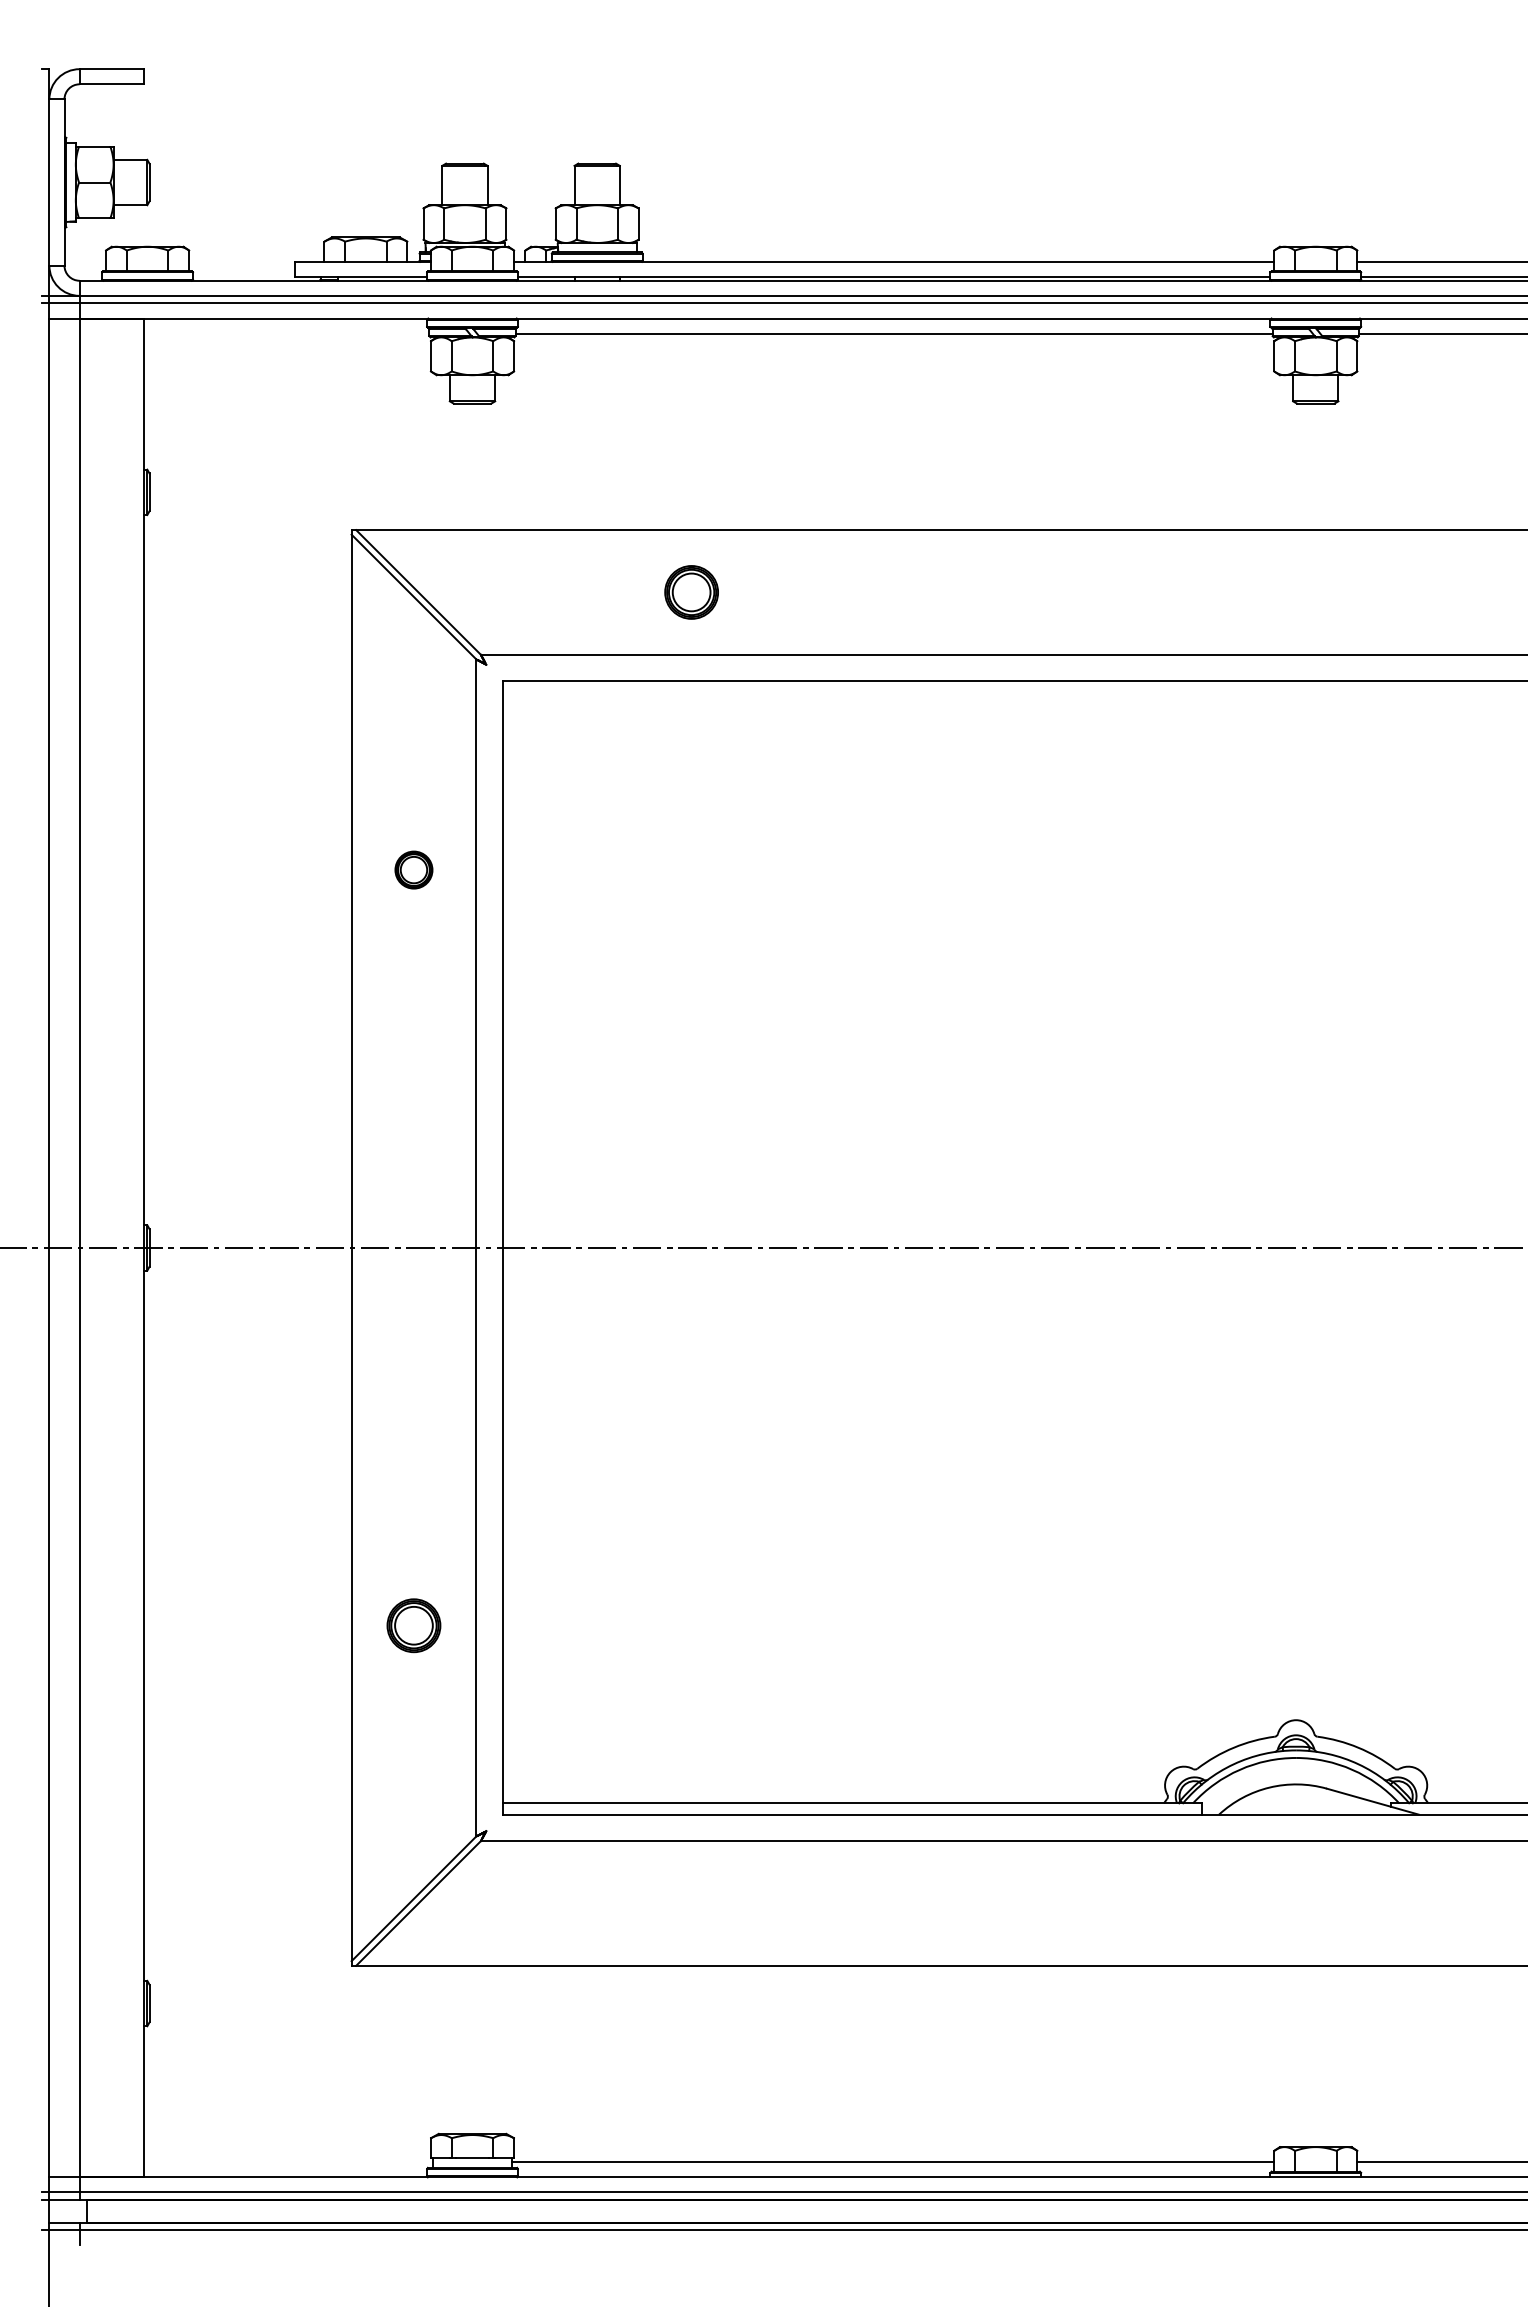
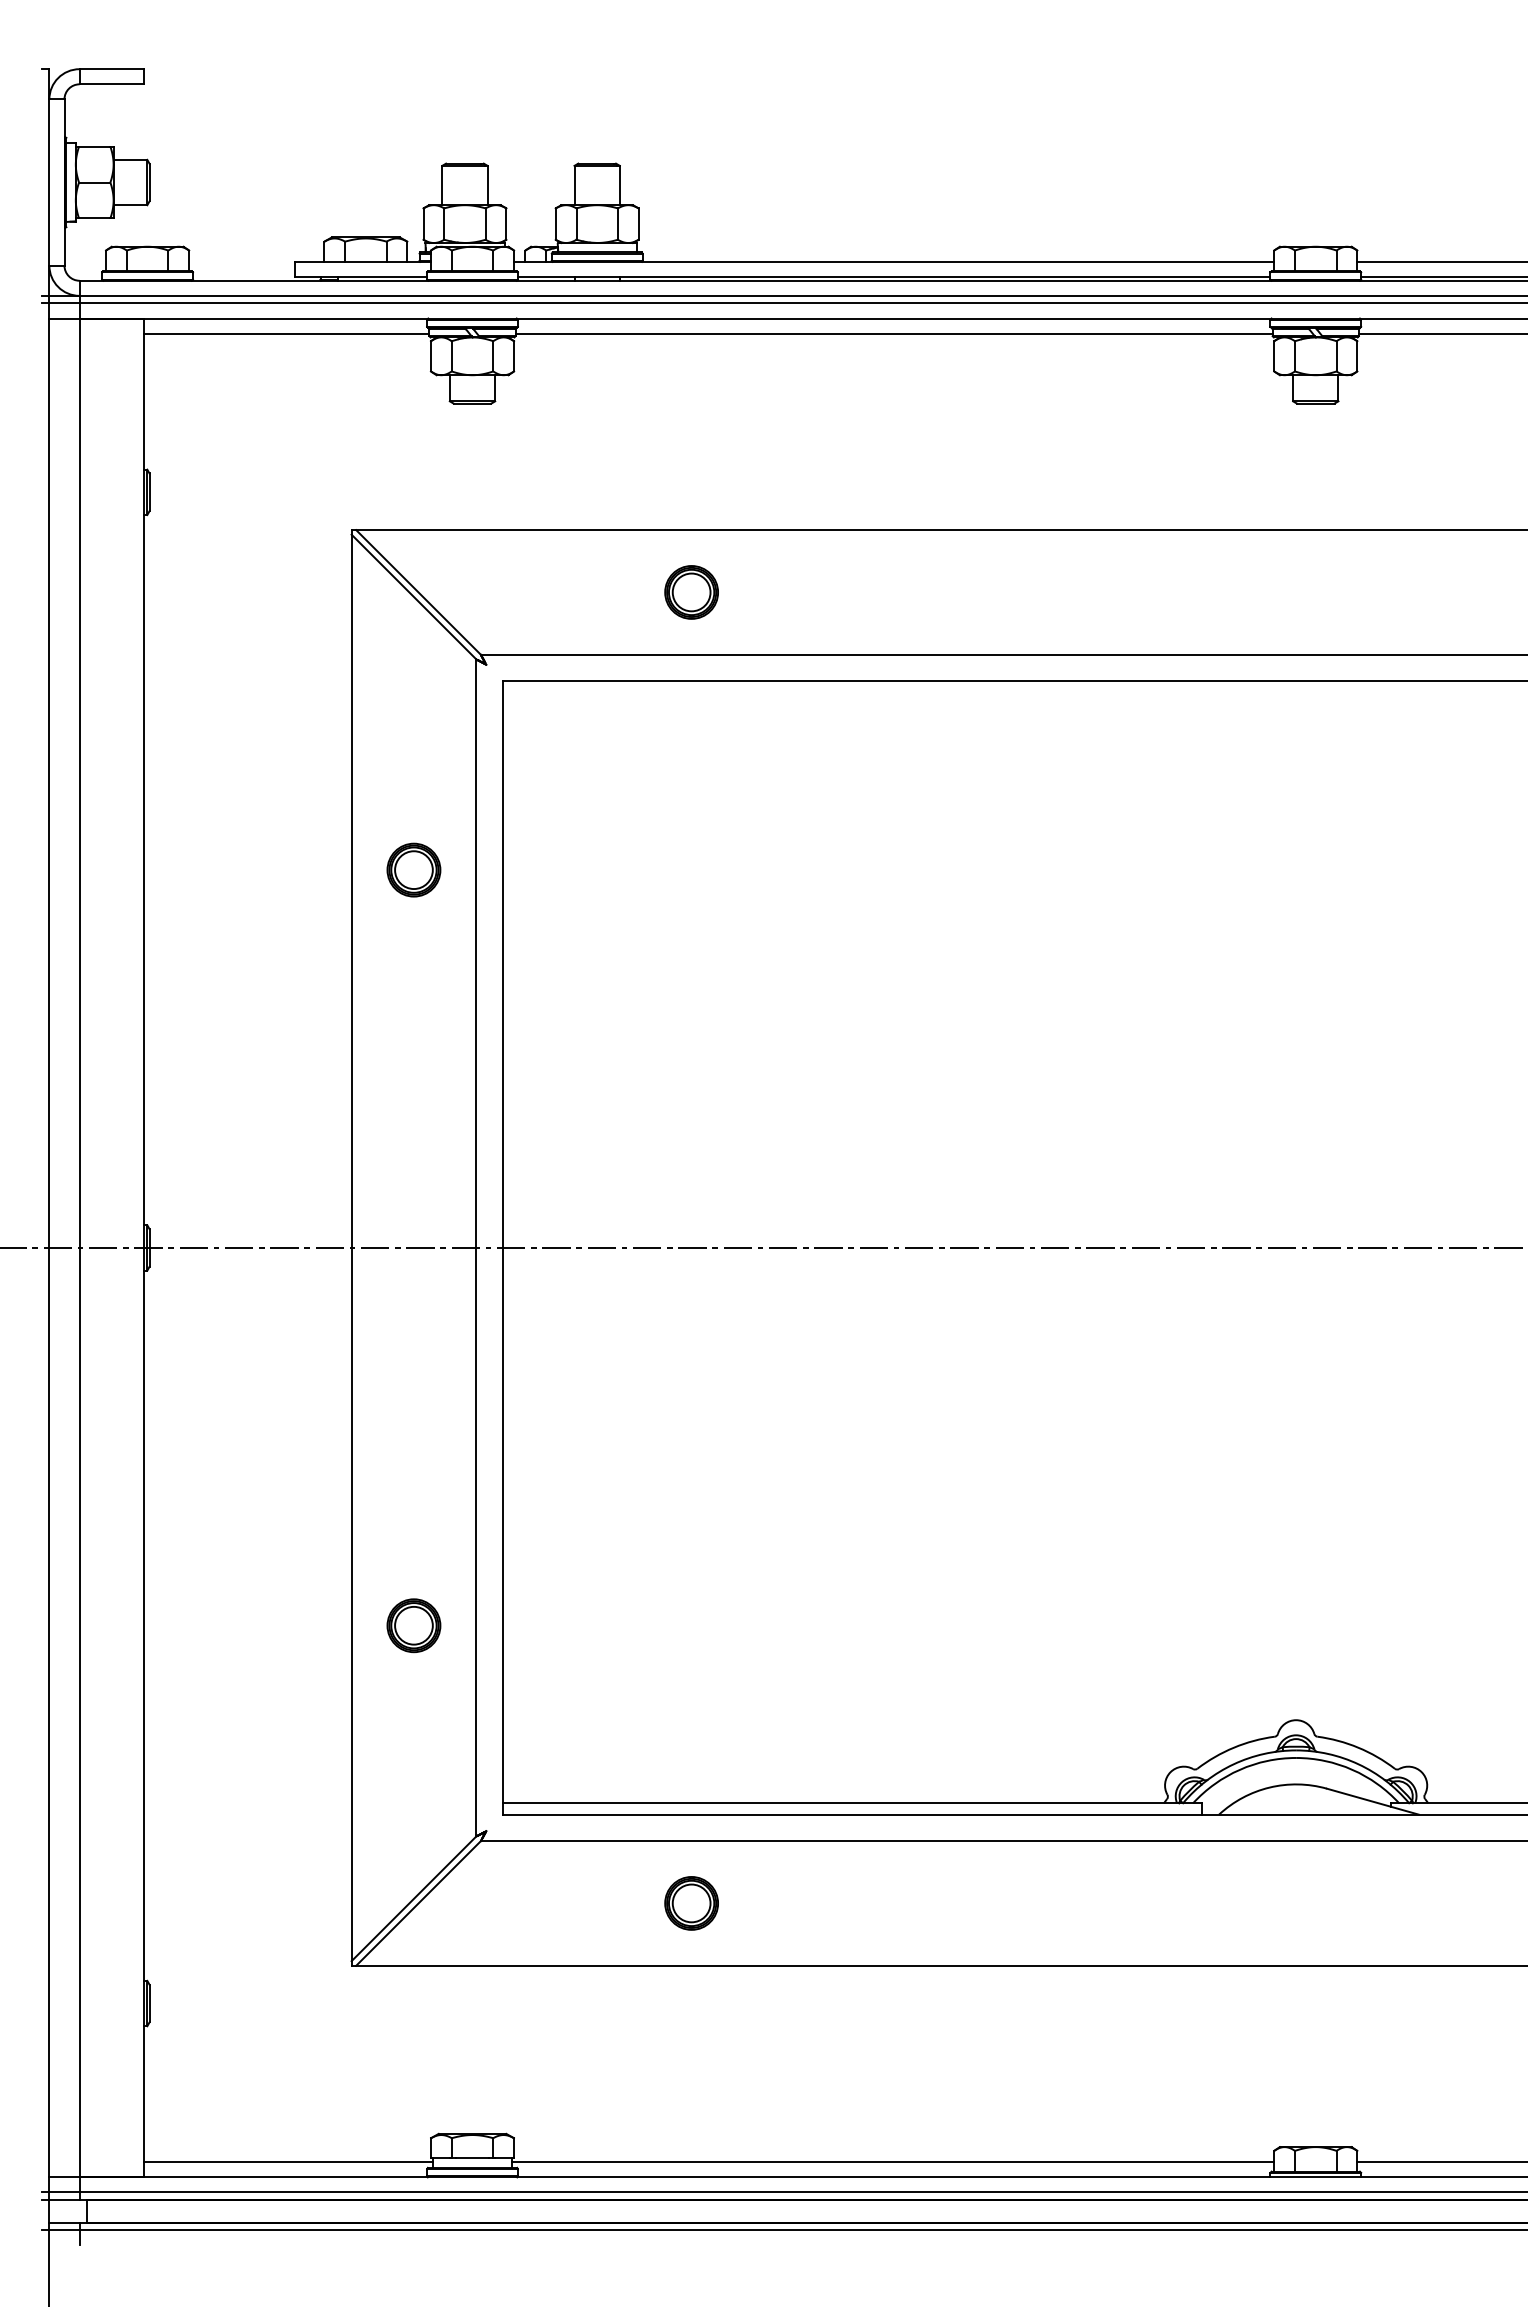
line at (286, 333): none -> present
part at (413, 869) size: 40x40 px -> 56x56 px
part at (691, 1903): none -> present
line at (287, 2162): none -> present
